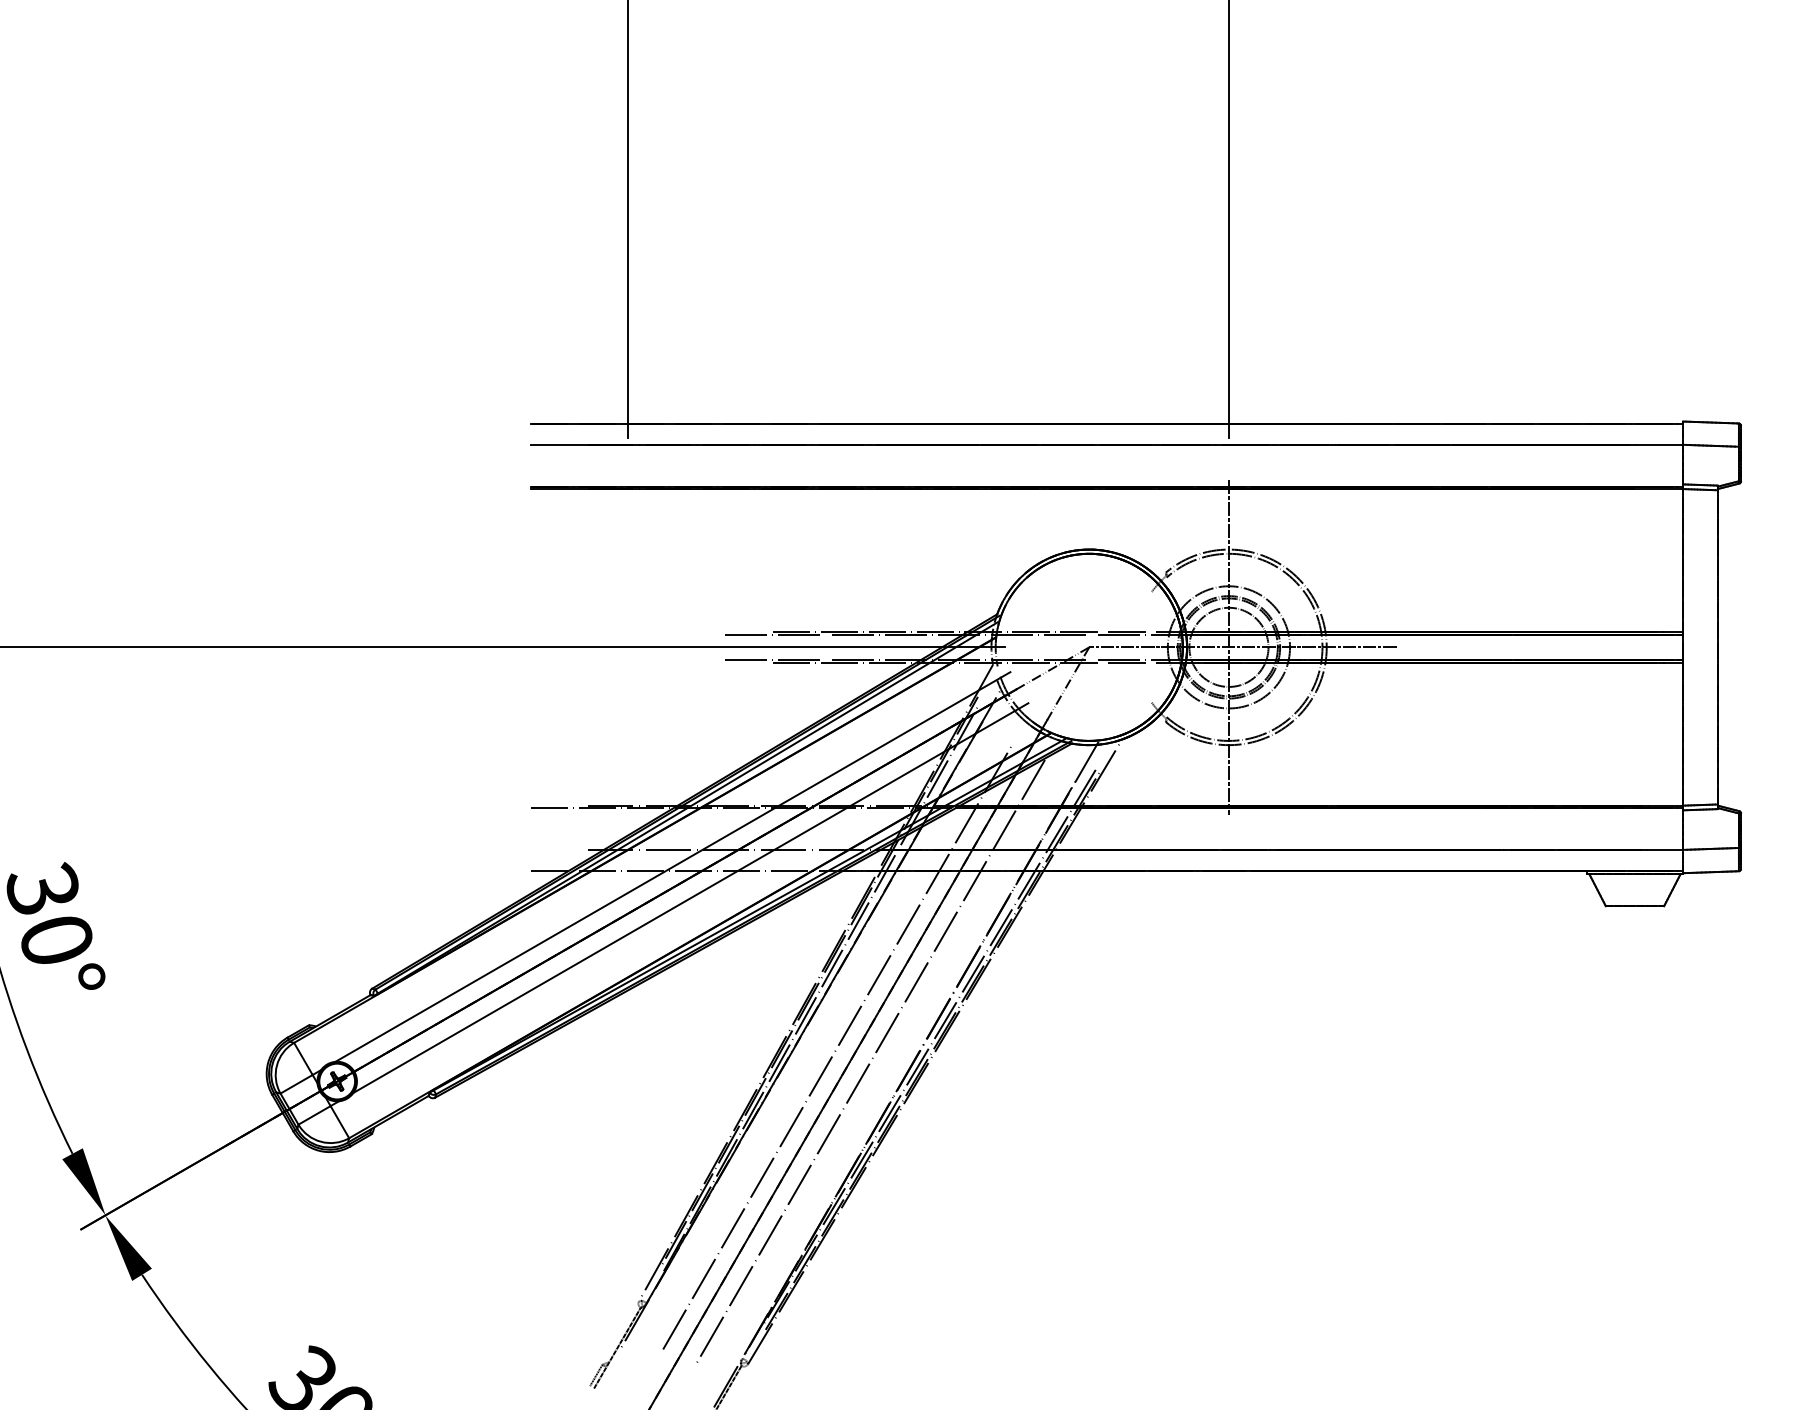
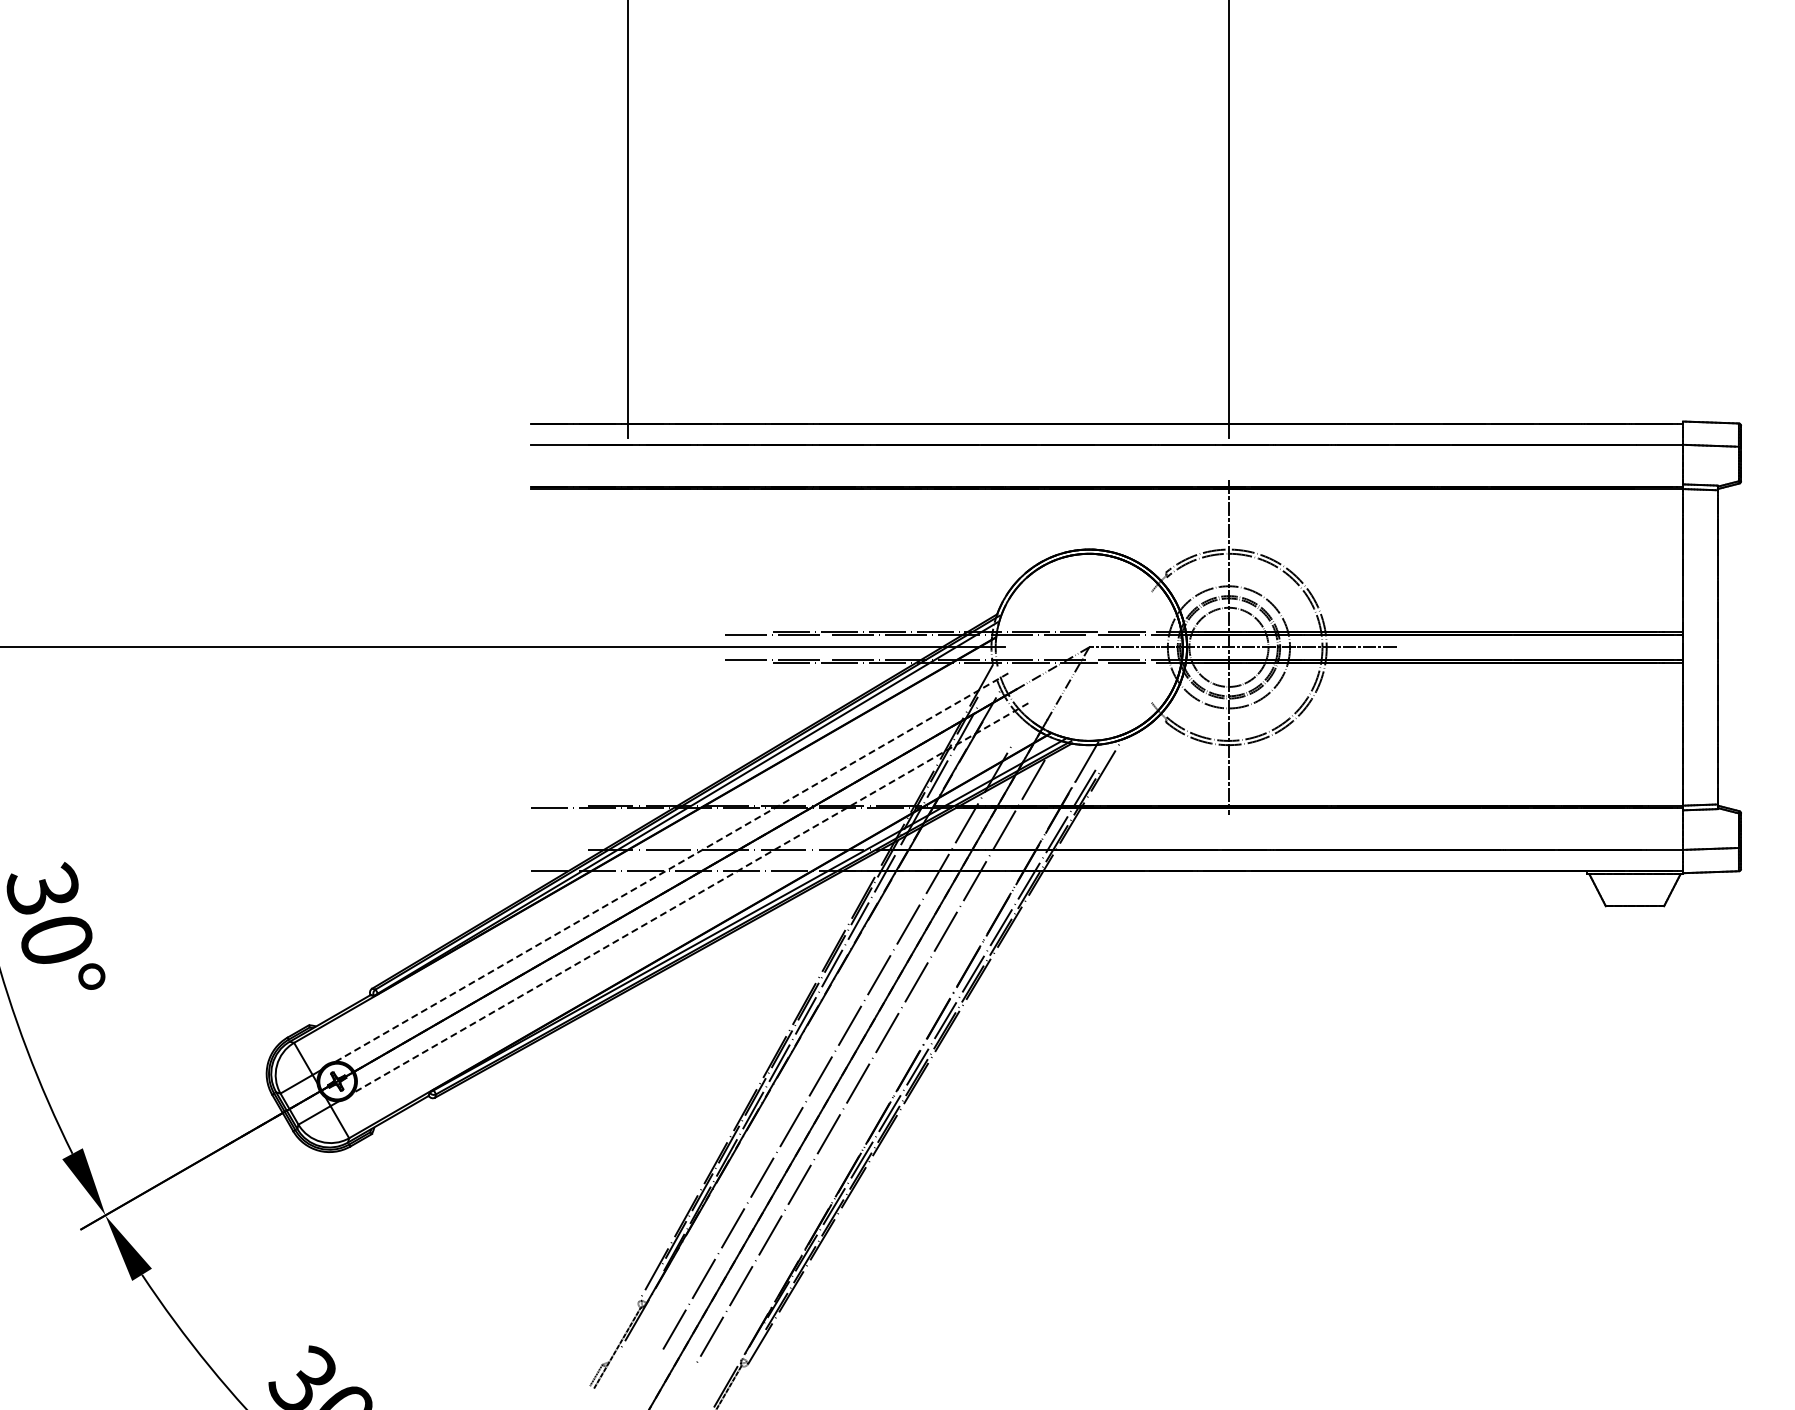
line at (672, 867): solid -> dashed
line at (690, 898): solid -> dashed
